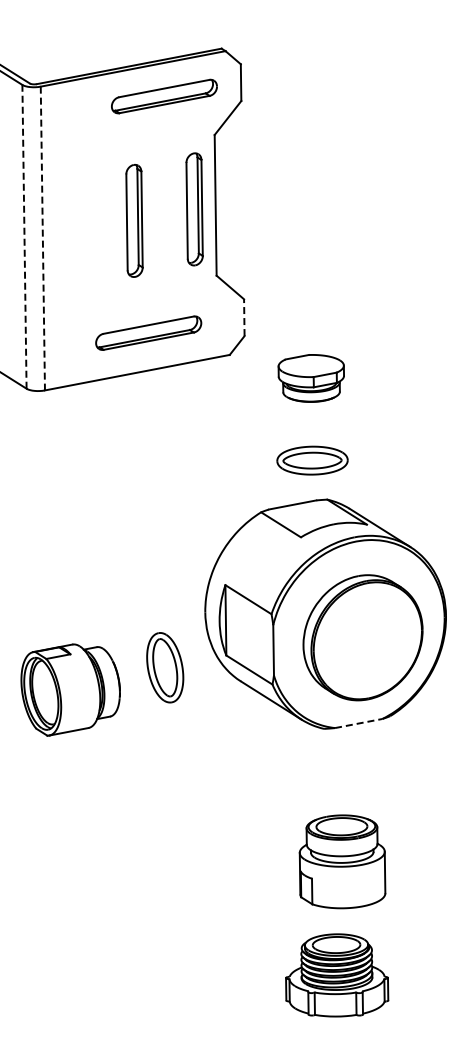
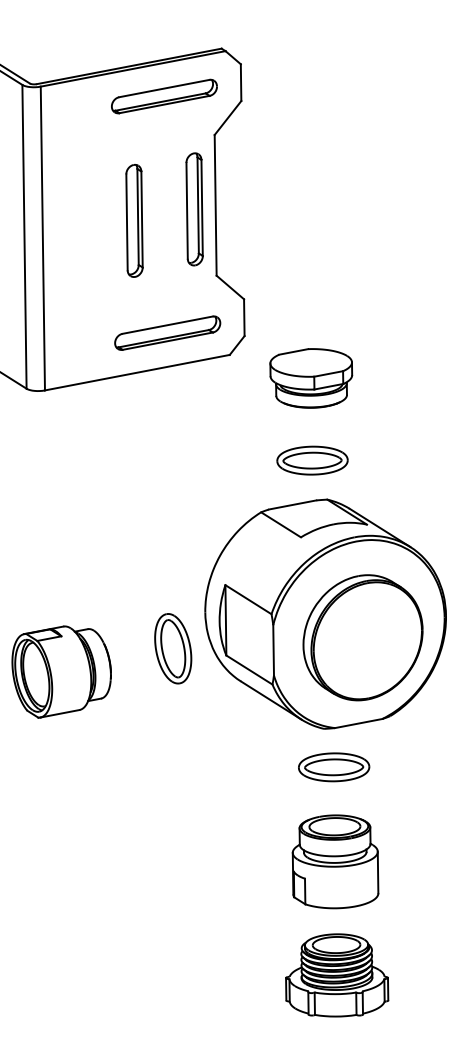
line at (24, 236): dashed -> solid
line at (42, 238): dashed -> solid
line at (244, 317): dashed -> solid
part at (148, 332) position: (148, 332) -> (167, 332)
part at (310, 378) size: 68x49 px -> 85x61 px
part at (165, 667) position: (165, 667) -> (173, 648)
part at (70, 689) position: (70, 689) -> (61, 671)
line at (359, 723): dashed -> solid
part at (334, 767): none -> present
part at (342, 861) position: (342, 861) -> (335, 861)
